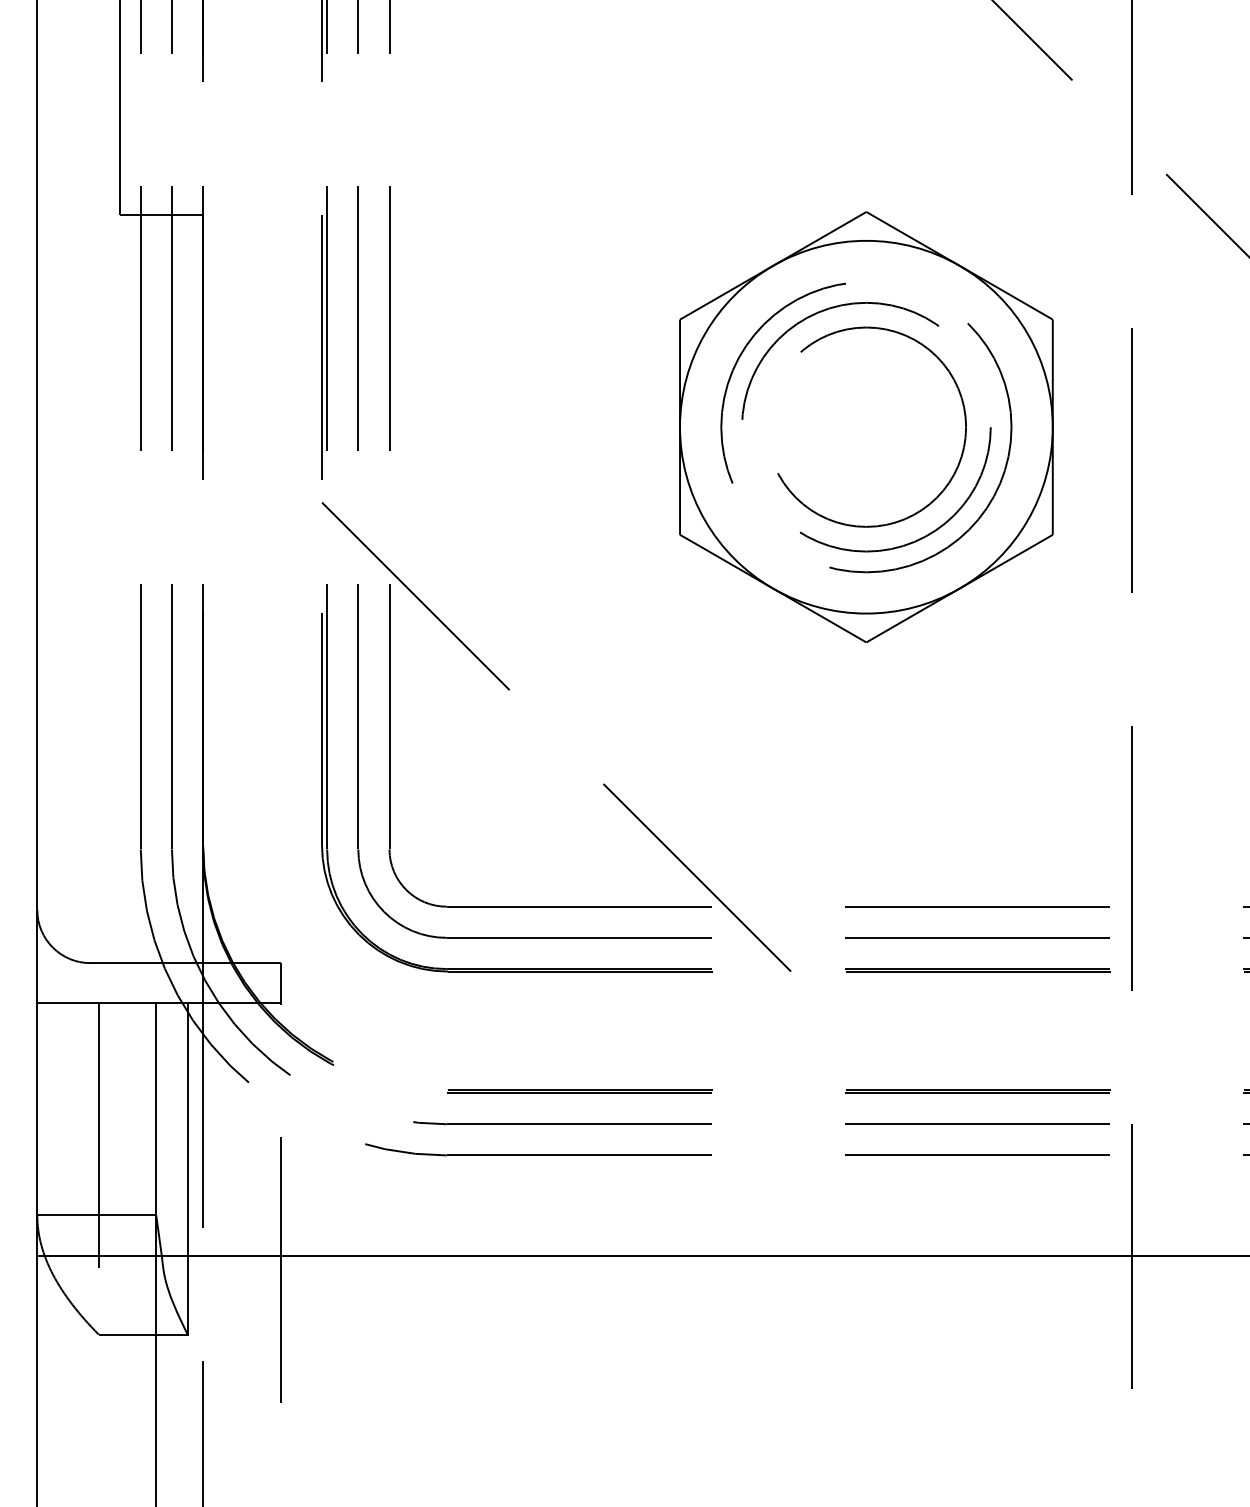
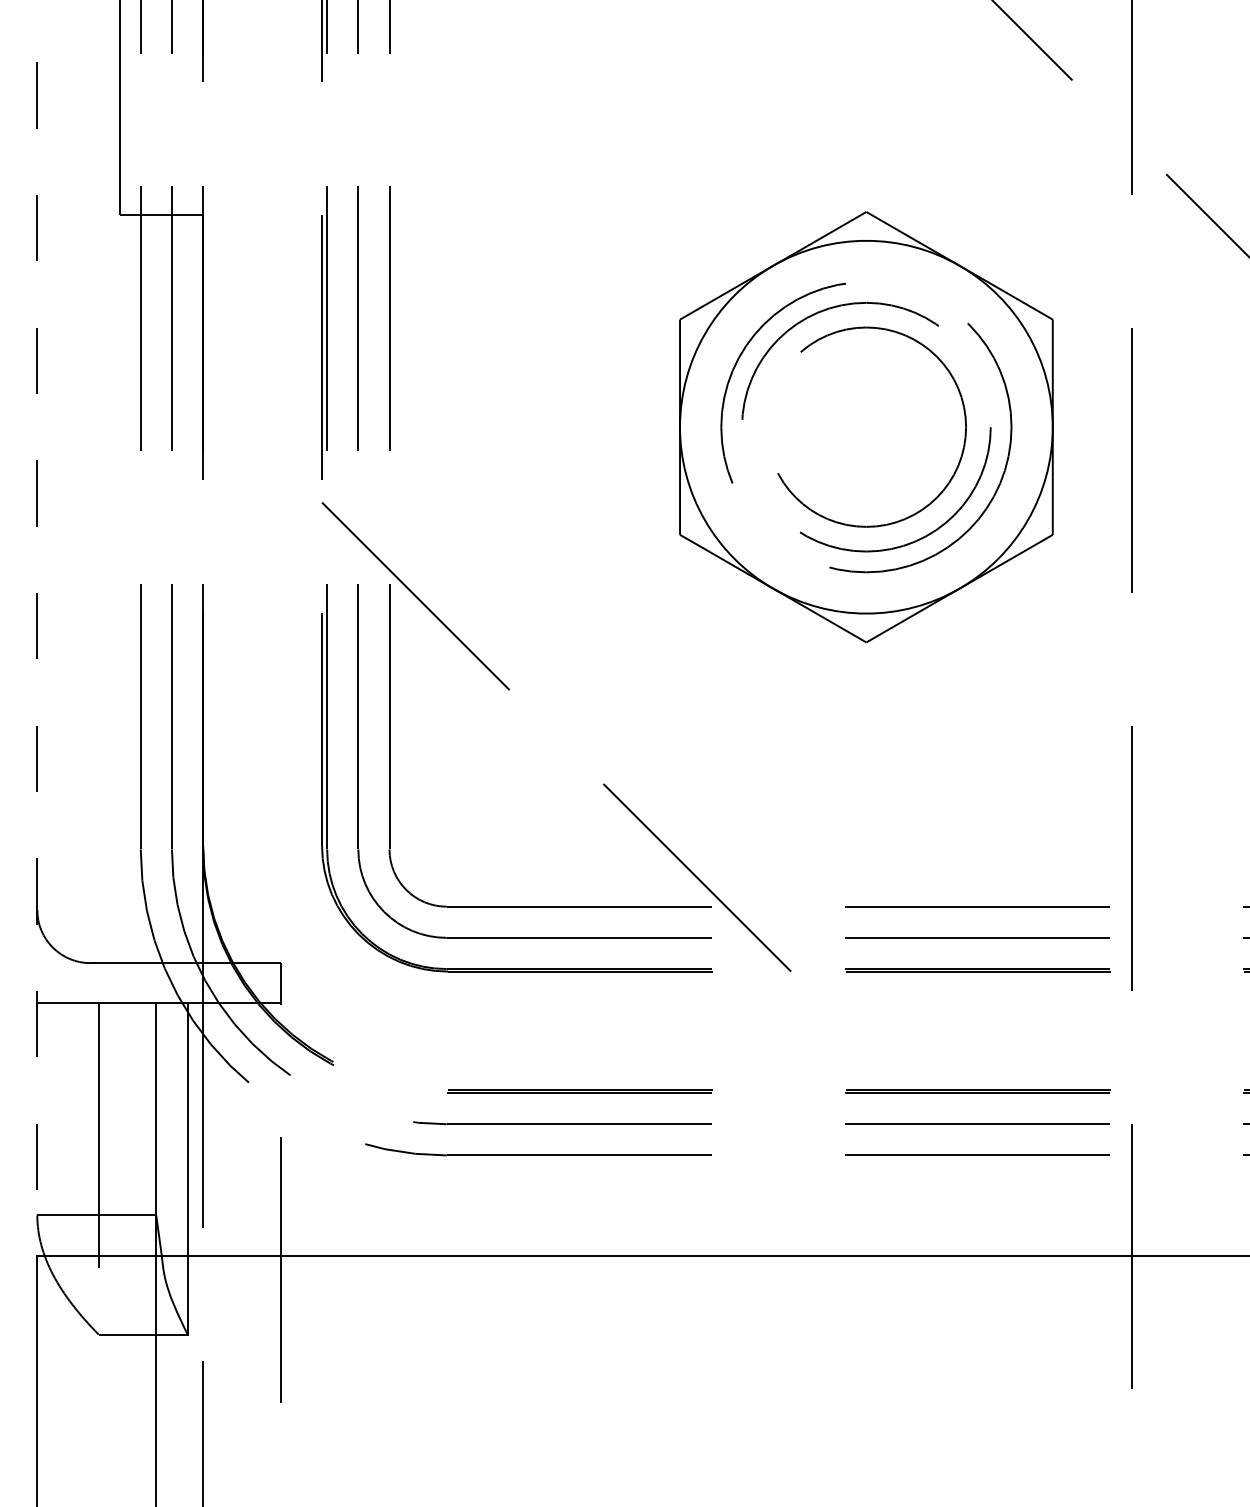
line at (37, 628): solid -> dashed
